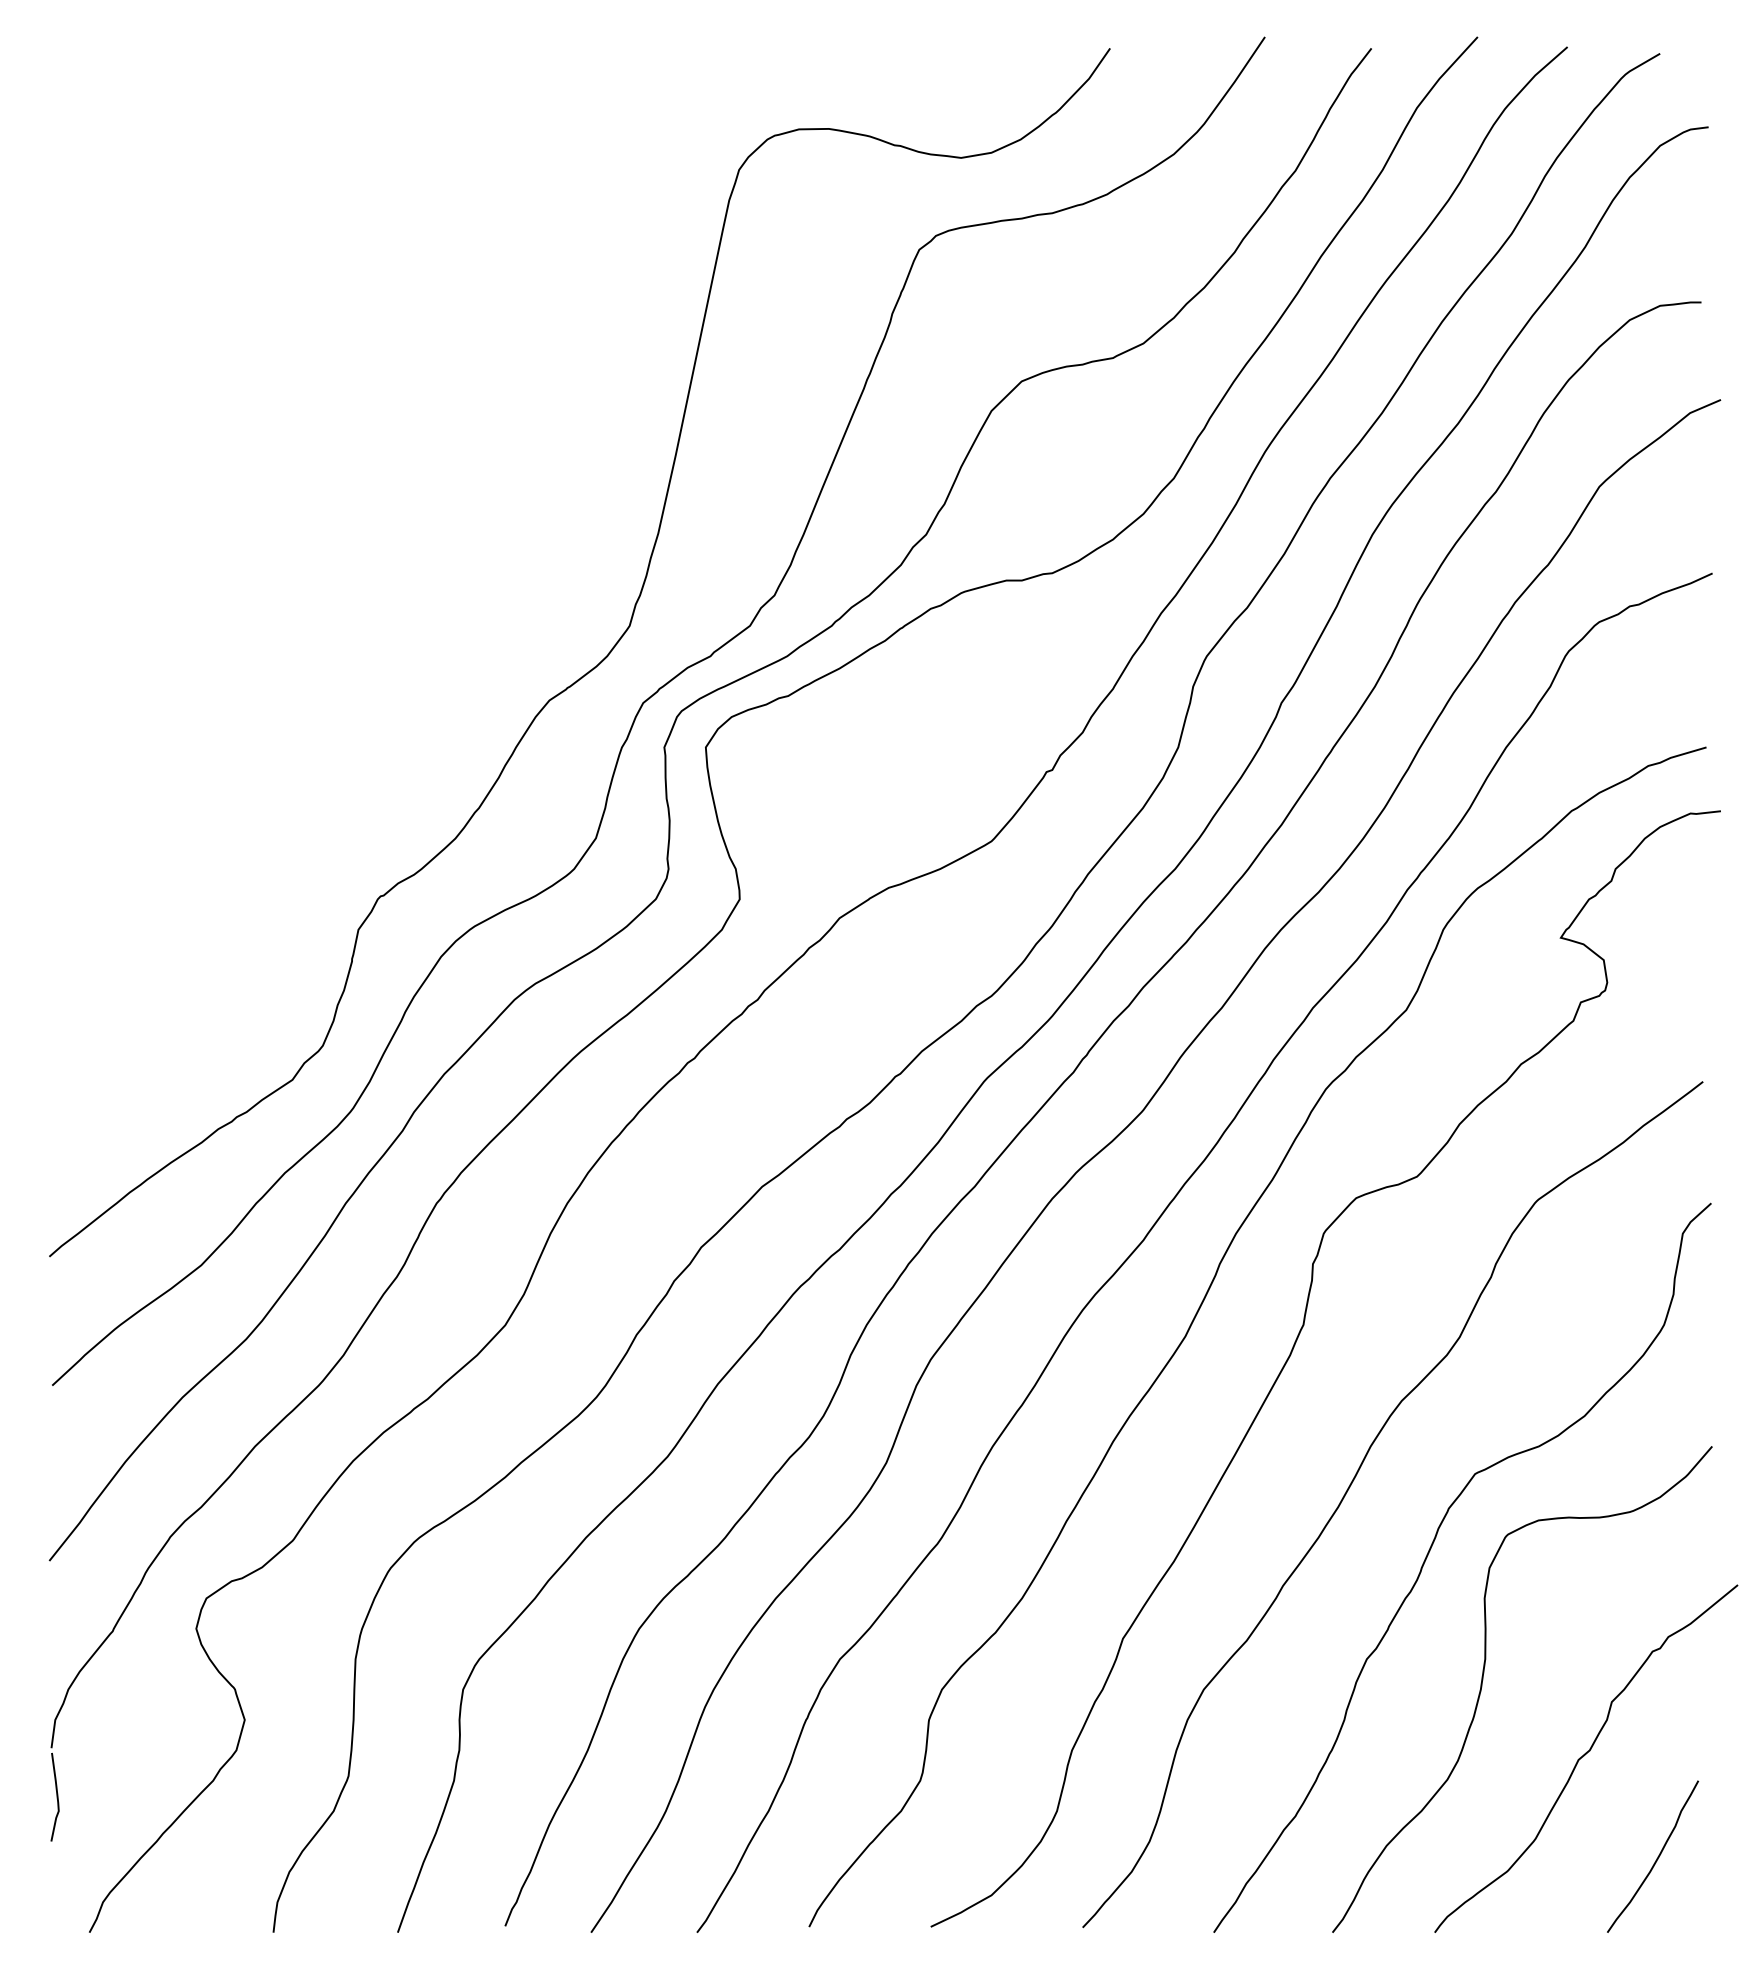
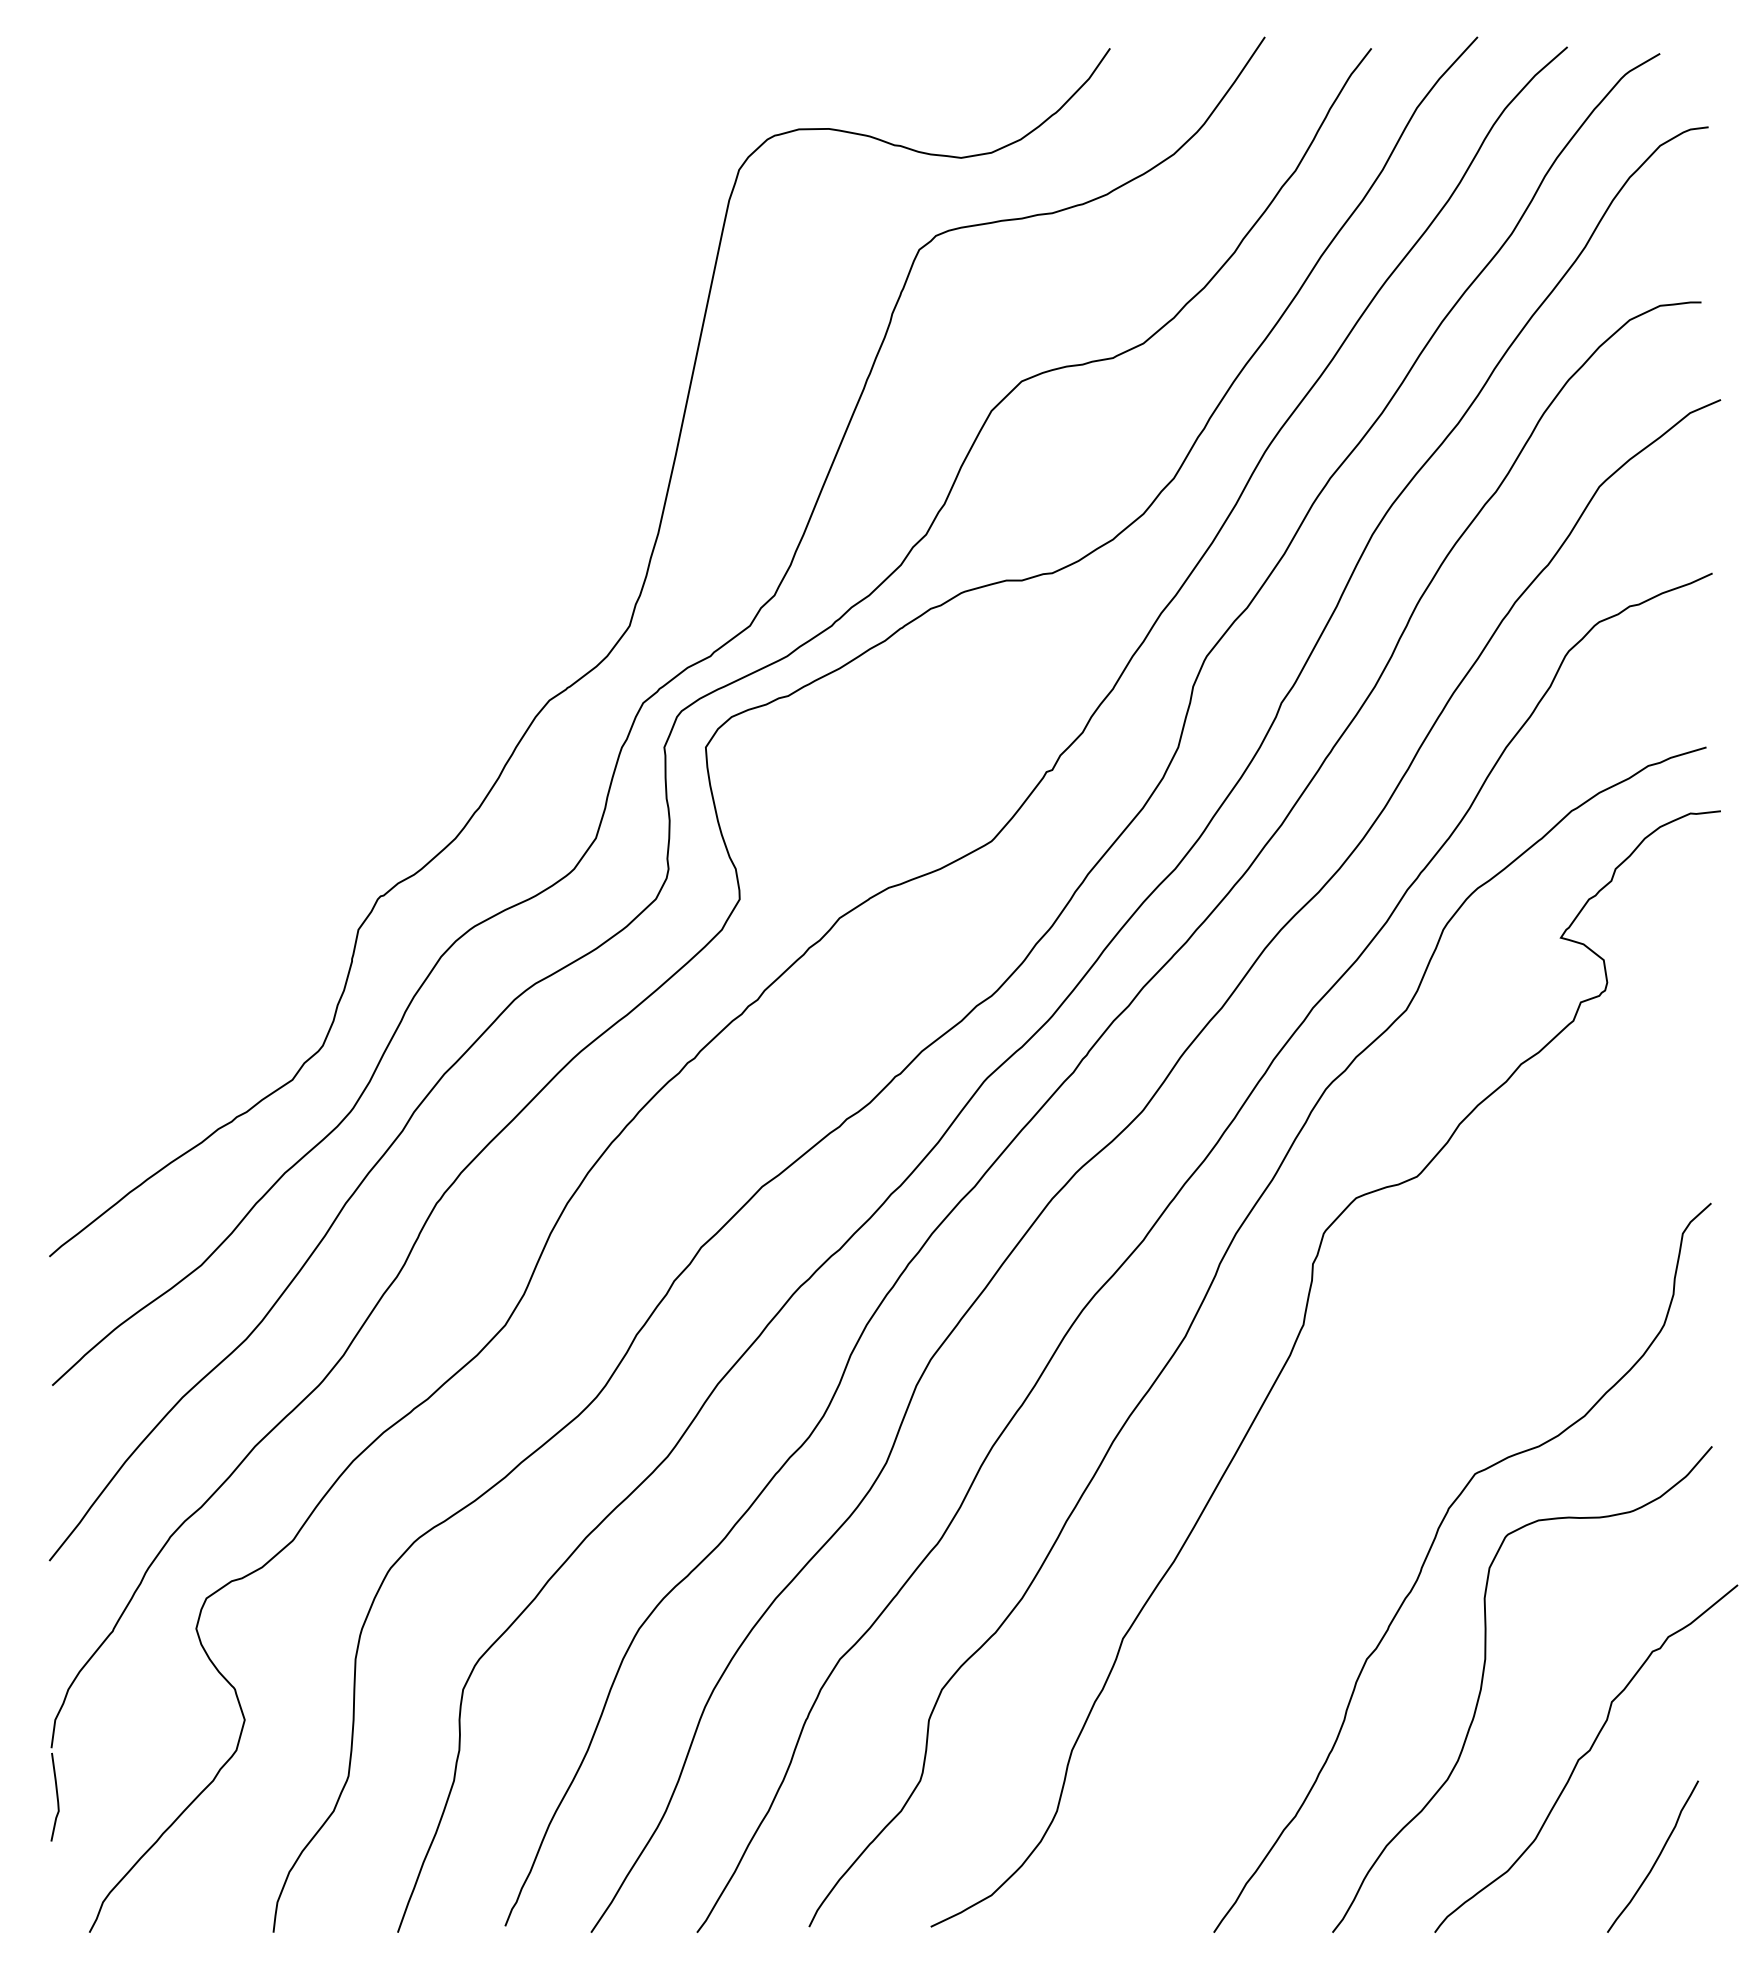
curve at (1354, 1480): present -> none
